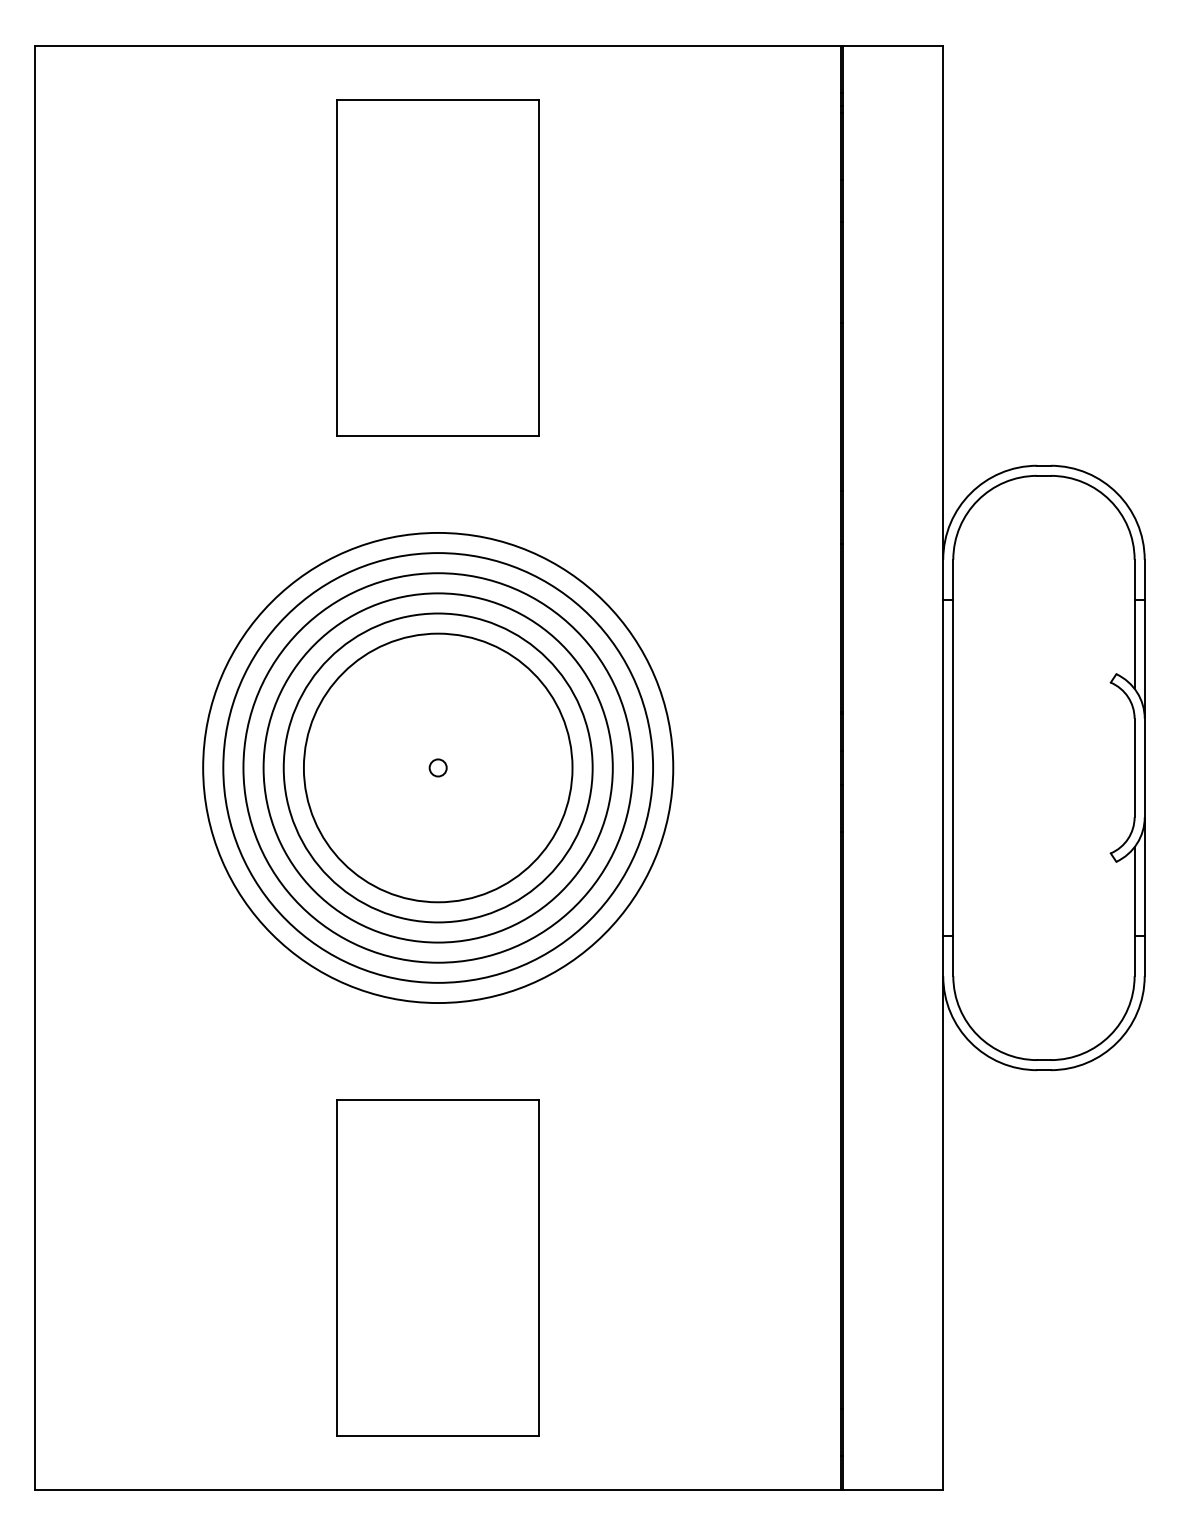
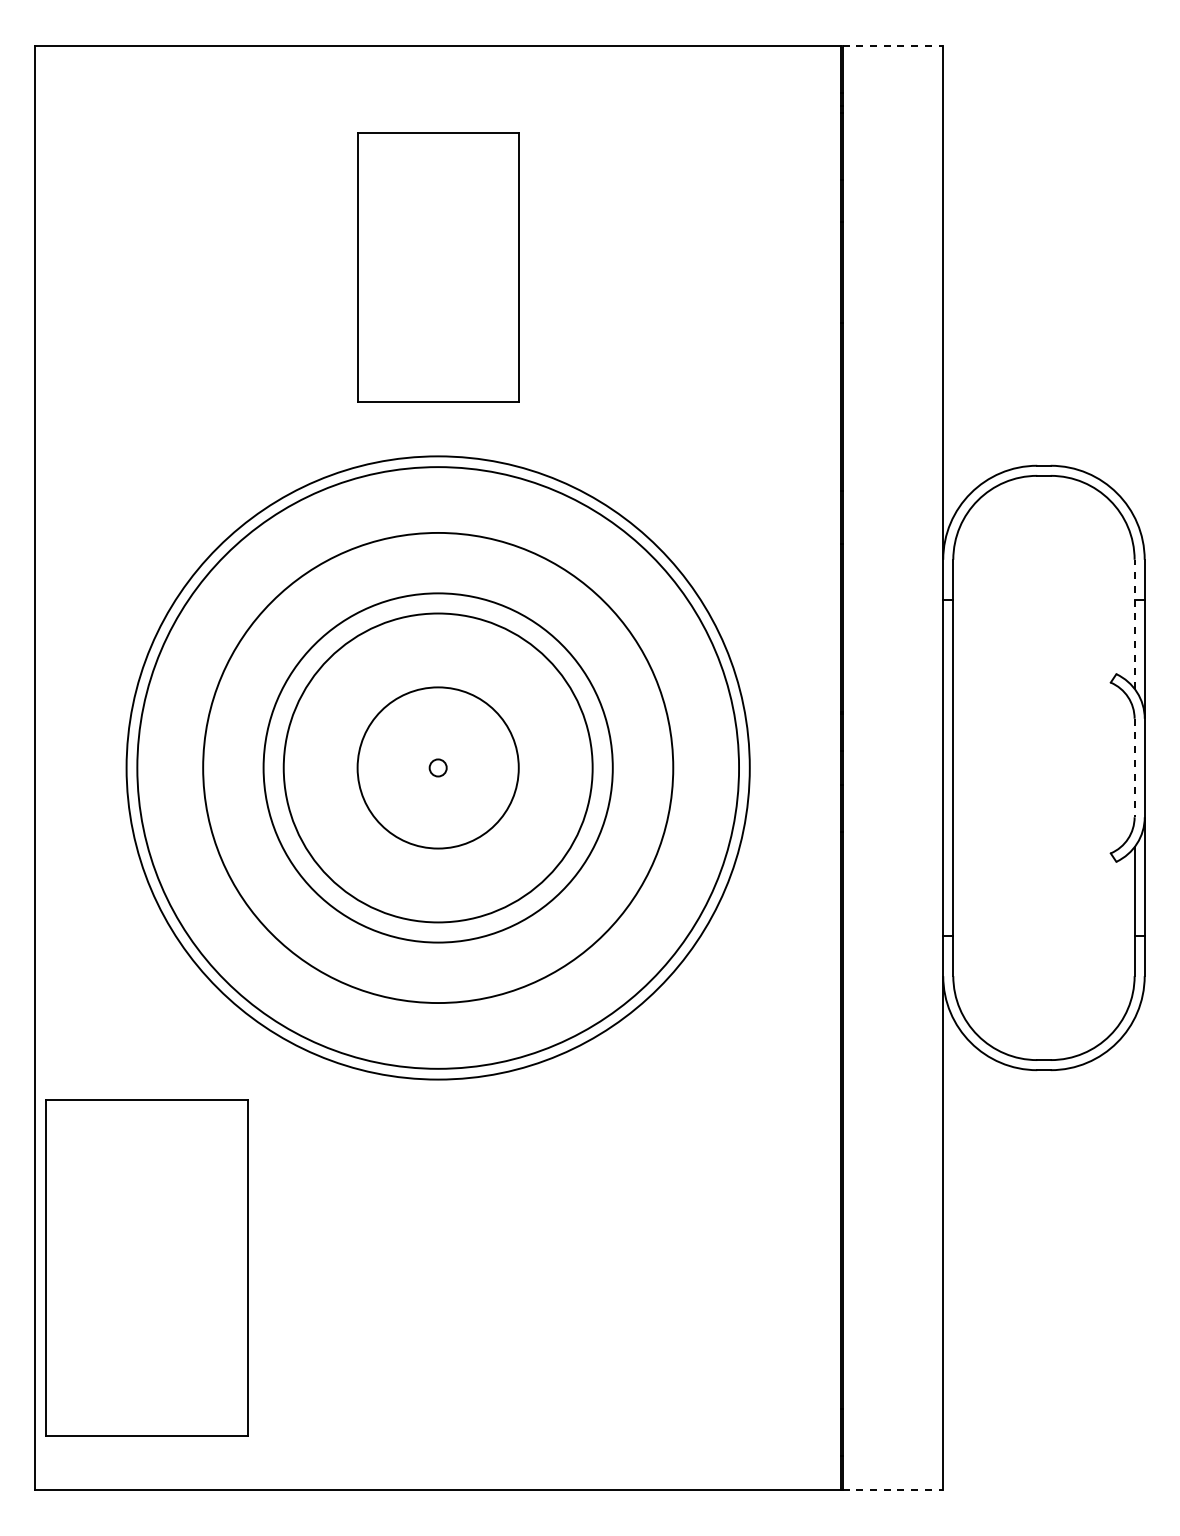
line at (893, 46): solid -> dashed
part at (437, 267) size: 204x338 px -> 163x271 px
line at (1134, 624): solid -> dashed
circle at (437, 767) diameter: 269 px -> 161 px
circle at (437, 767) diameter: 390 px -> 623 px
circle at (438, 767) diameter: 430 px -> 602 px
line at (1134, 768): solid -> dashed
part at (437, 1267) position: (437, 1267) -> (146, 1267)
line at (893, 1489): solid -> dashed
